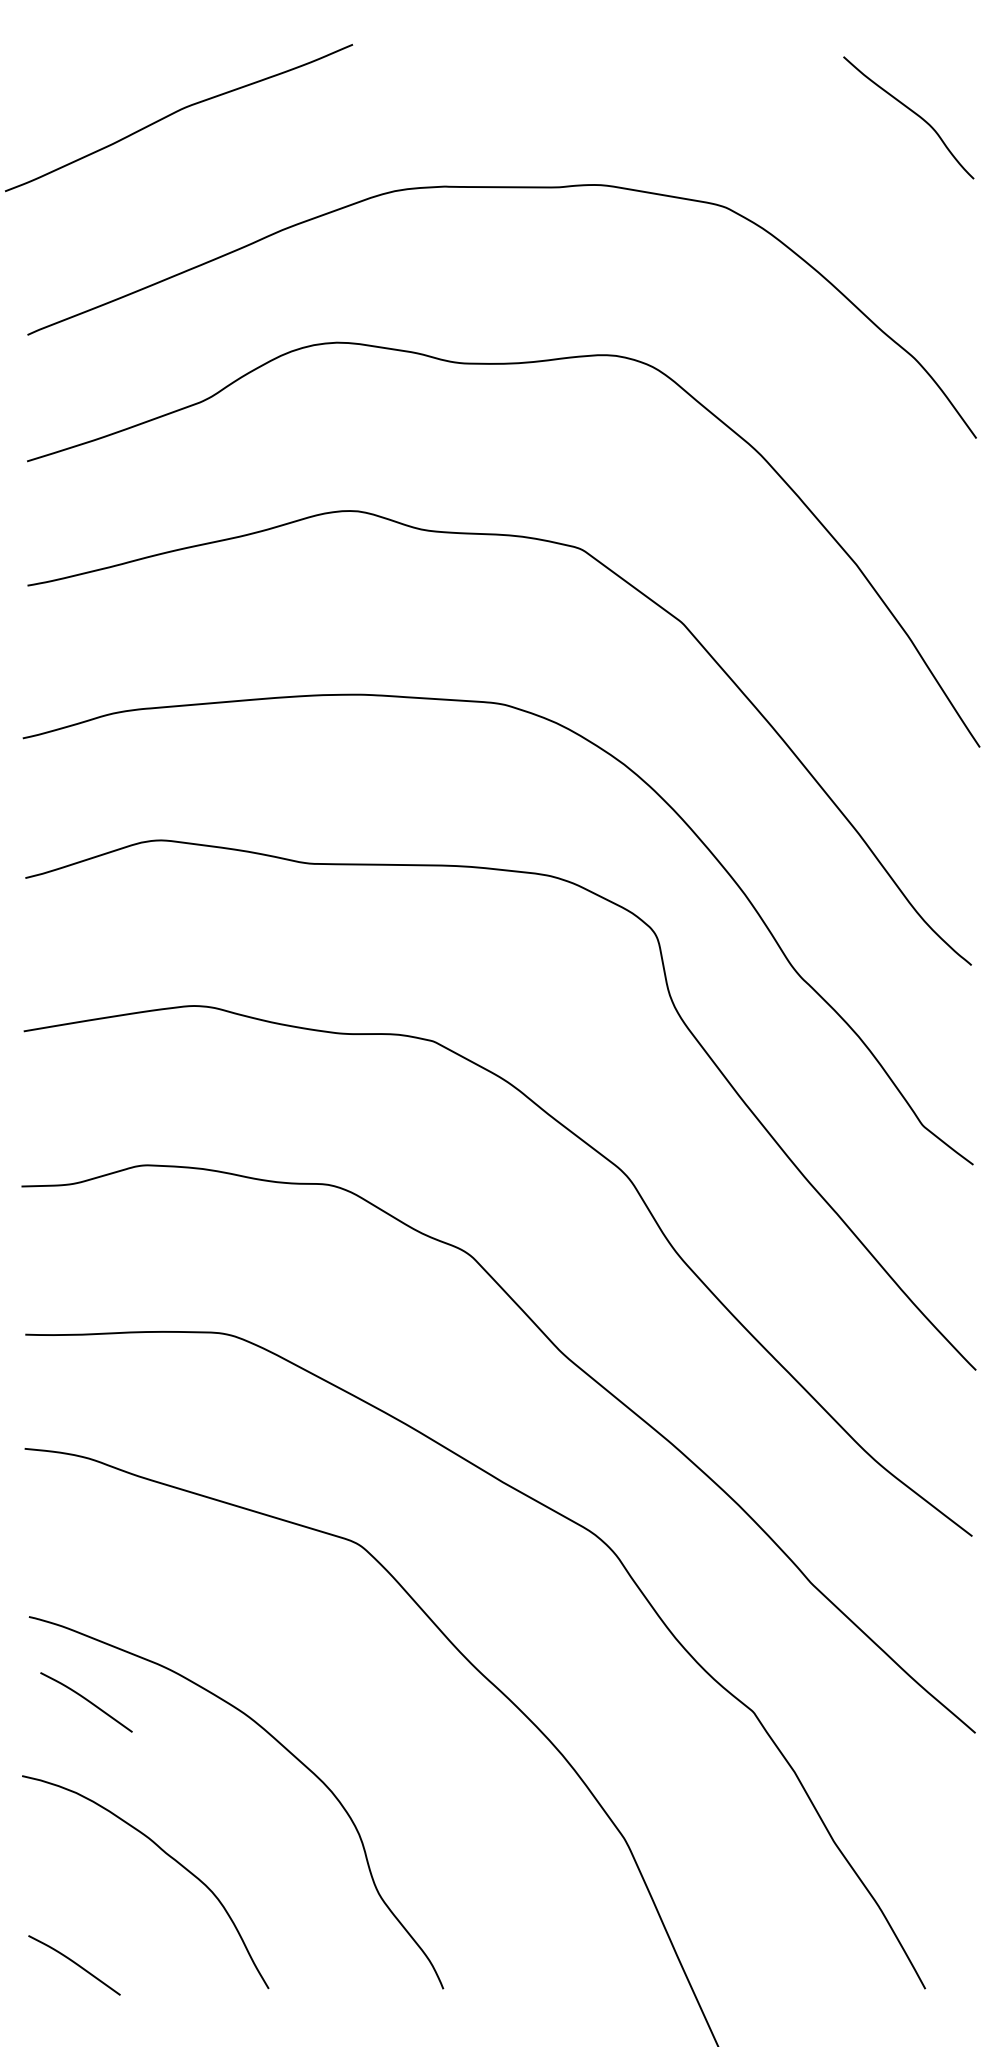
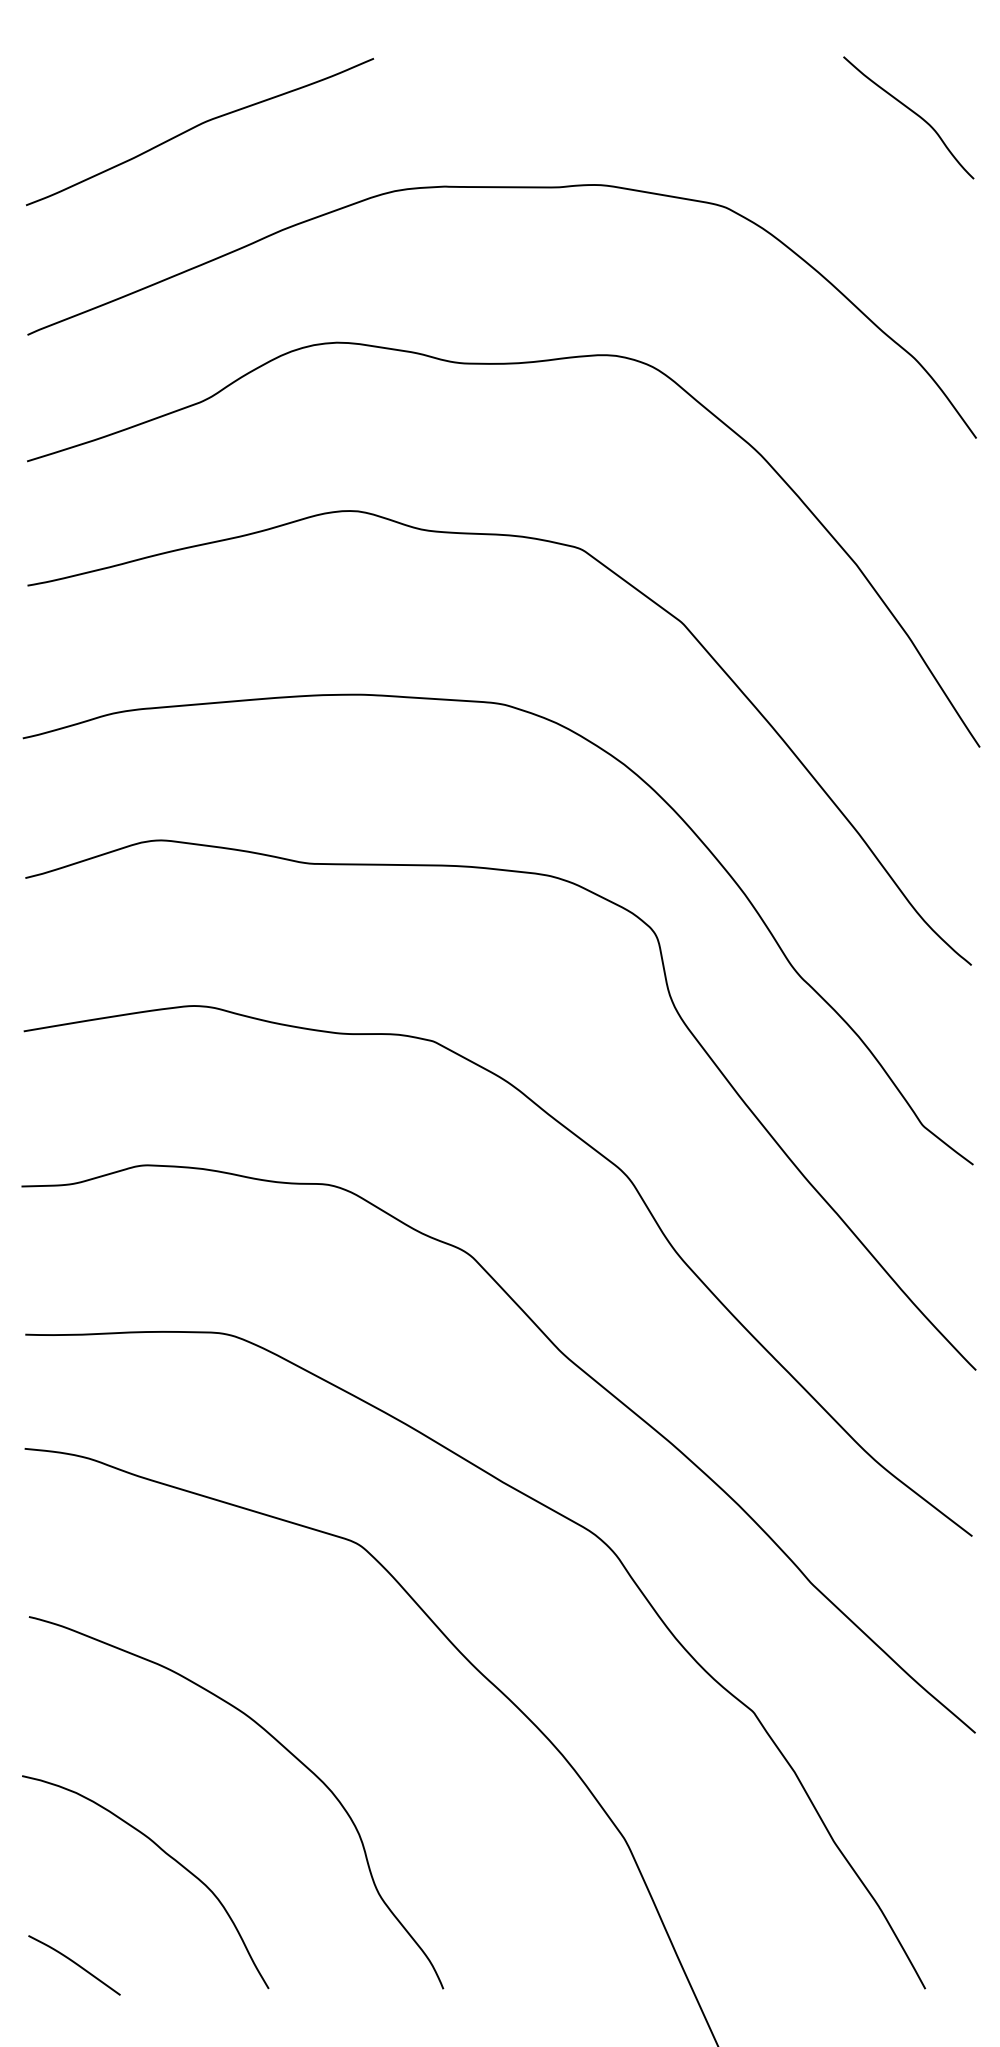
curve at (177, 112) position: (177, 112) -> (198, 126)
curve at (87, 1701): present -> none
